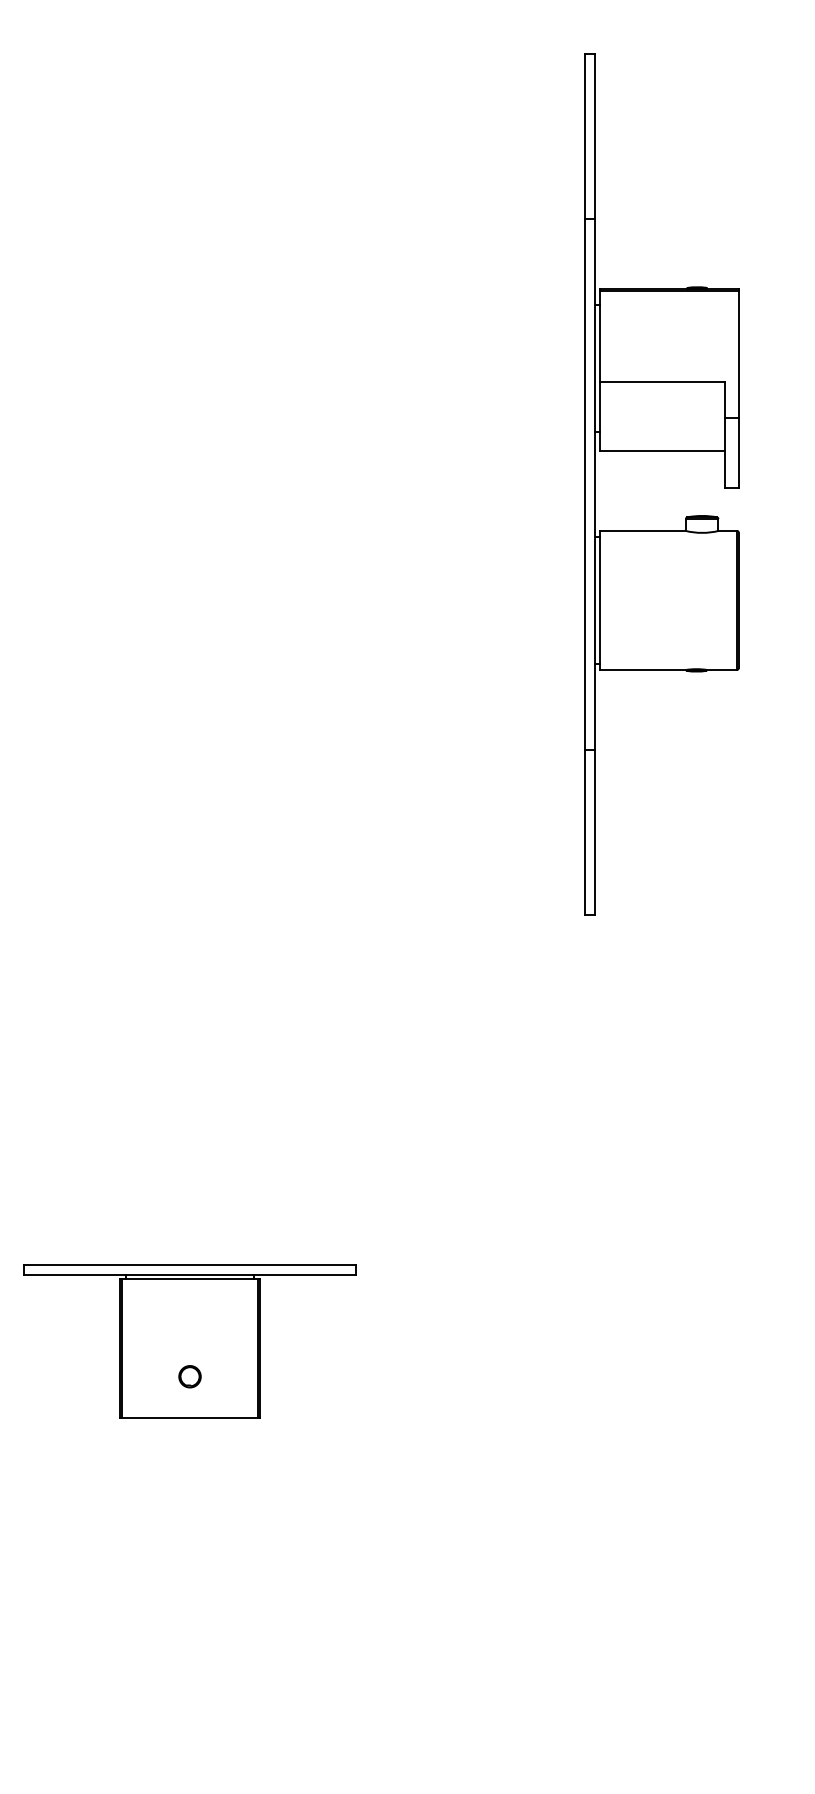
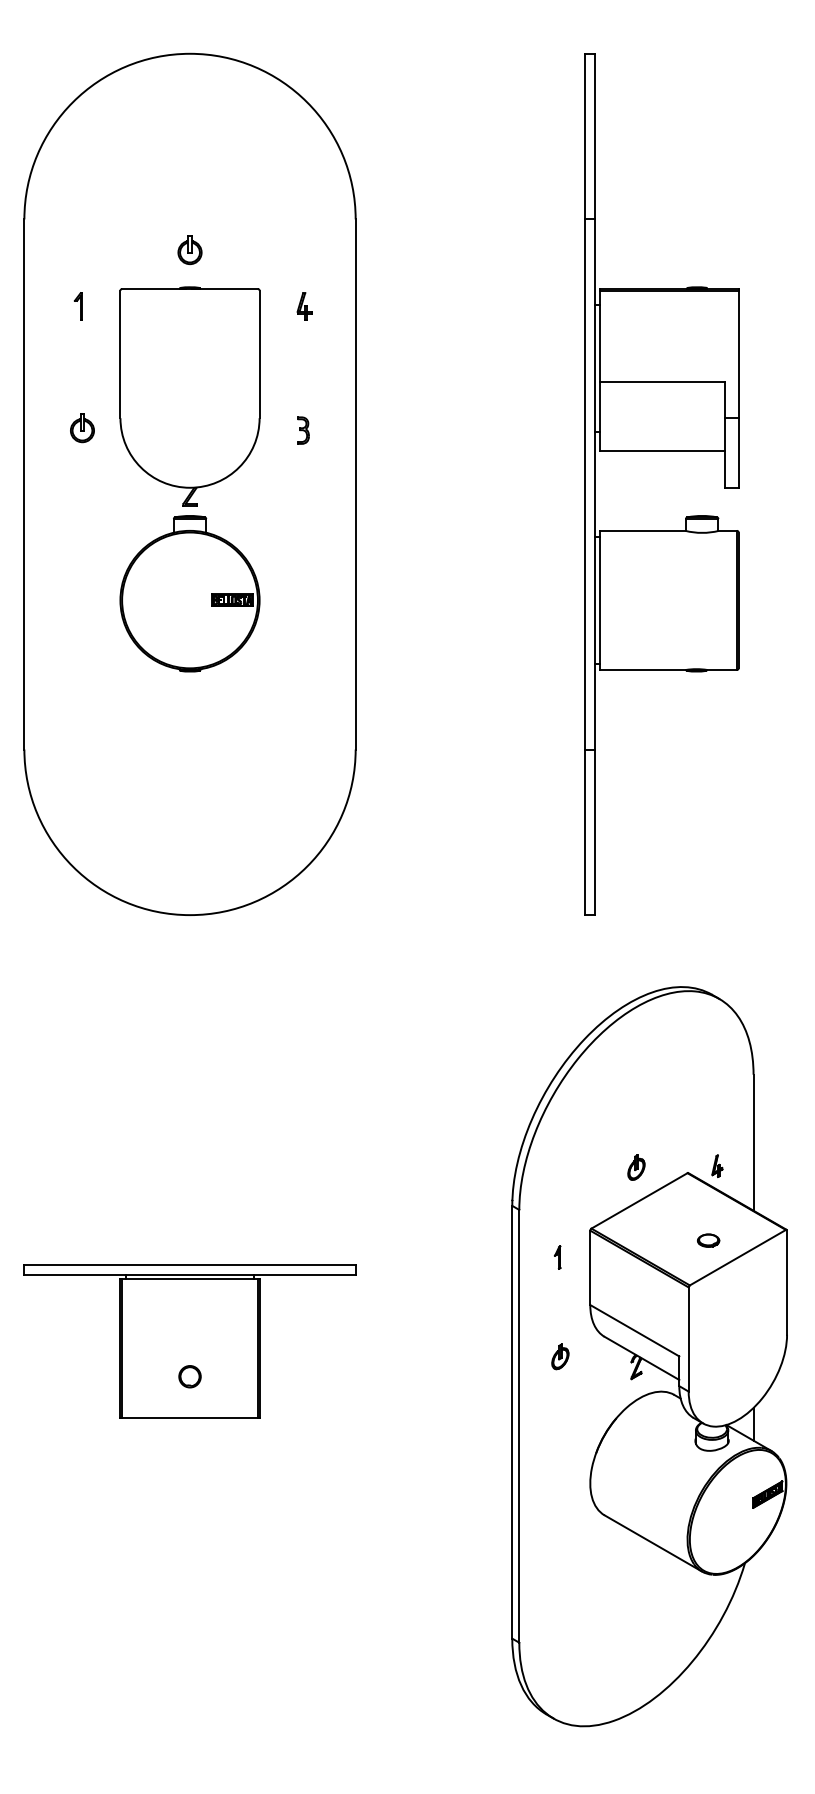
part at (189, 483): none -> present
part at (649, 1356): none -> present
